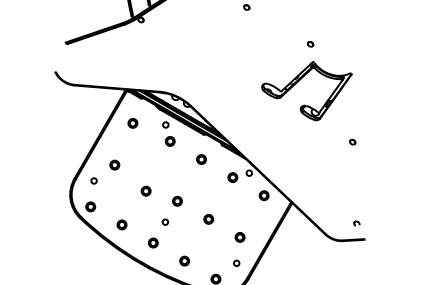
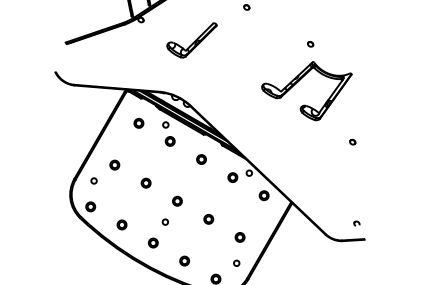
part at (191, 40): none -> present
part at (132, 123) position: (132, 123) -> (138, 123)
part at (145, 190) position: (145, 190) -> (145, 182)
